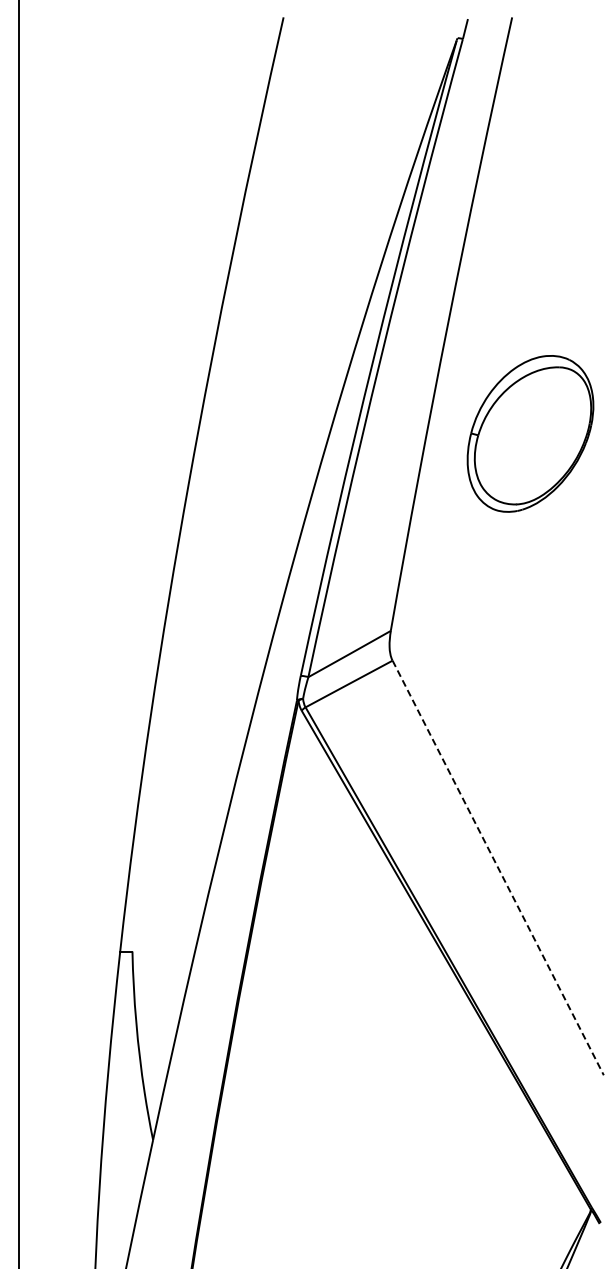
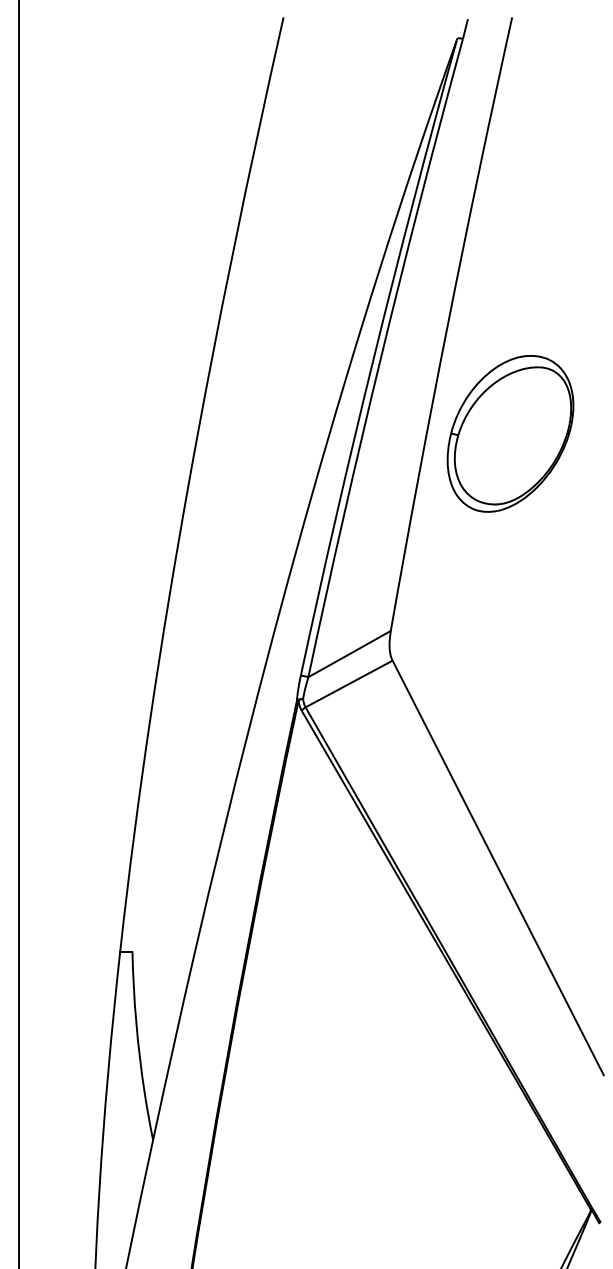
part at (530, 433) position: (530, 433) -> (510, 433)
line at (498, 867): dashed -> solid
